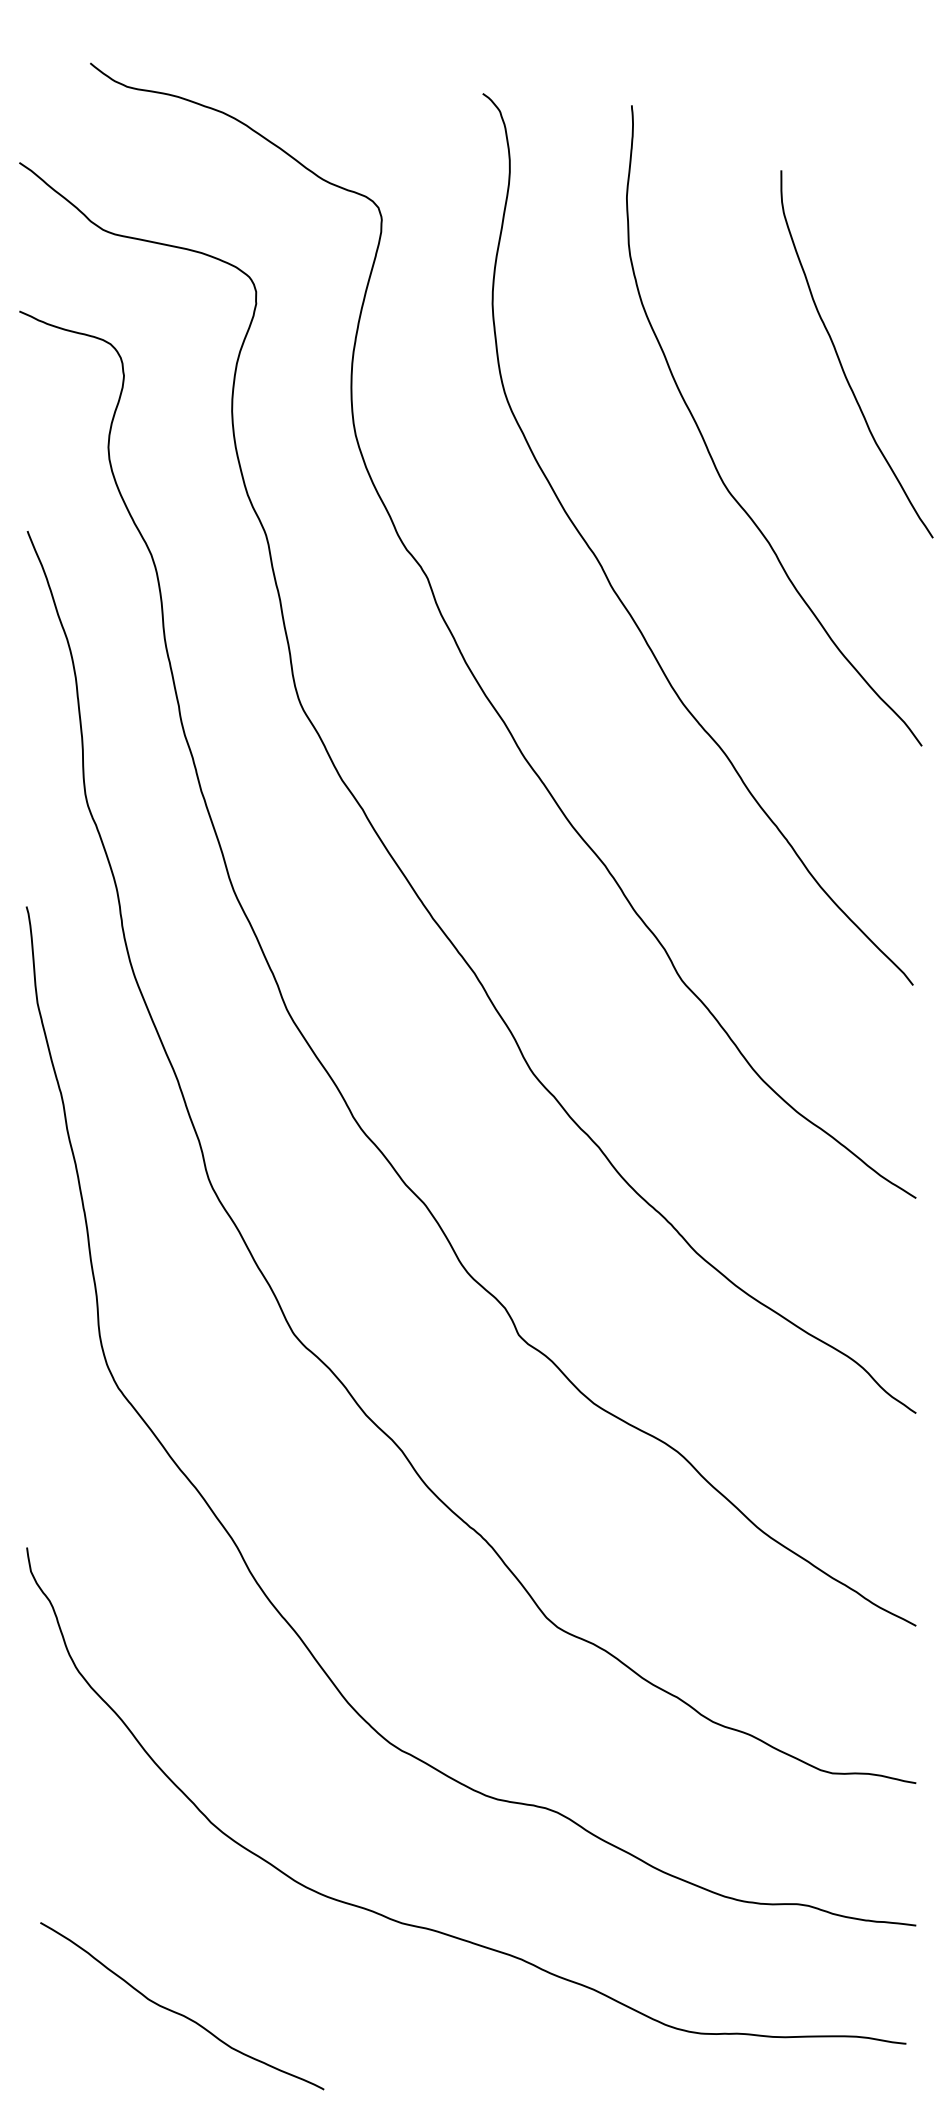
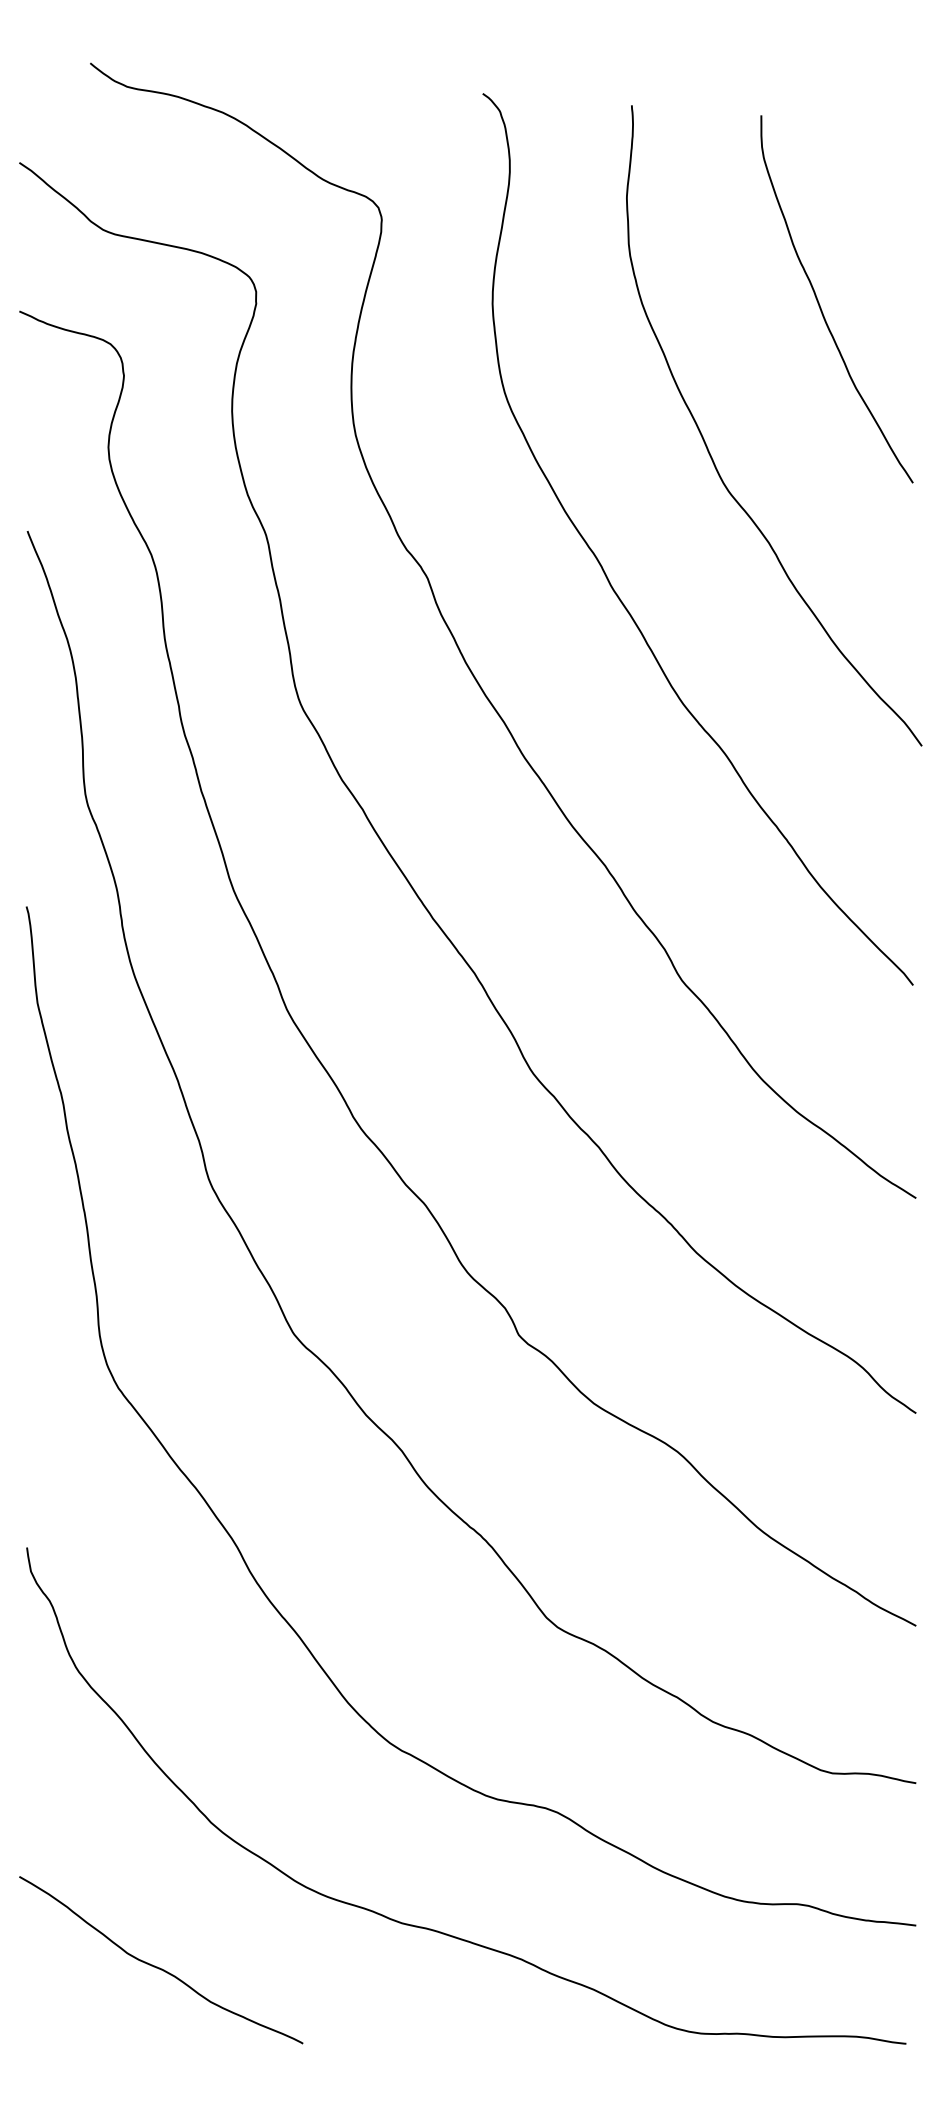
curve at (841, 362) position: (841, 362) -> (821, 307)
curve at (178, 2012) position: (178, 2012) -> (157, 1966)
